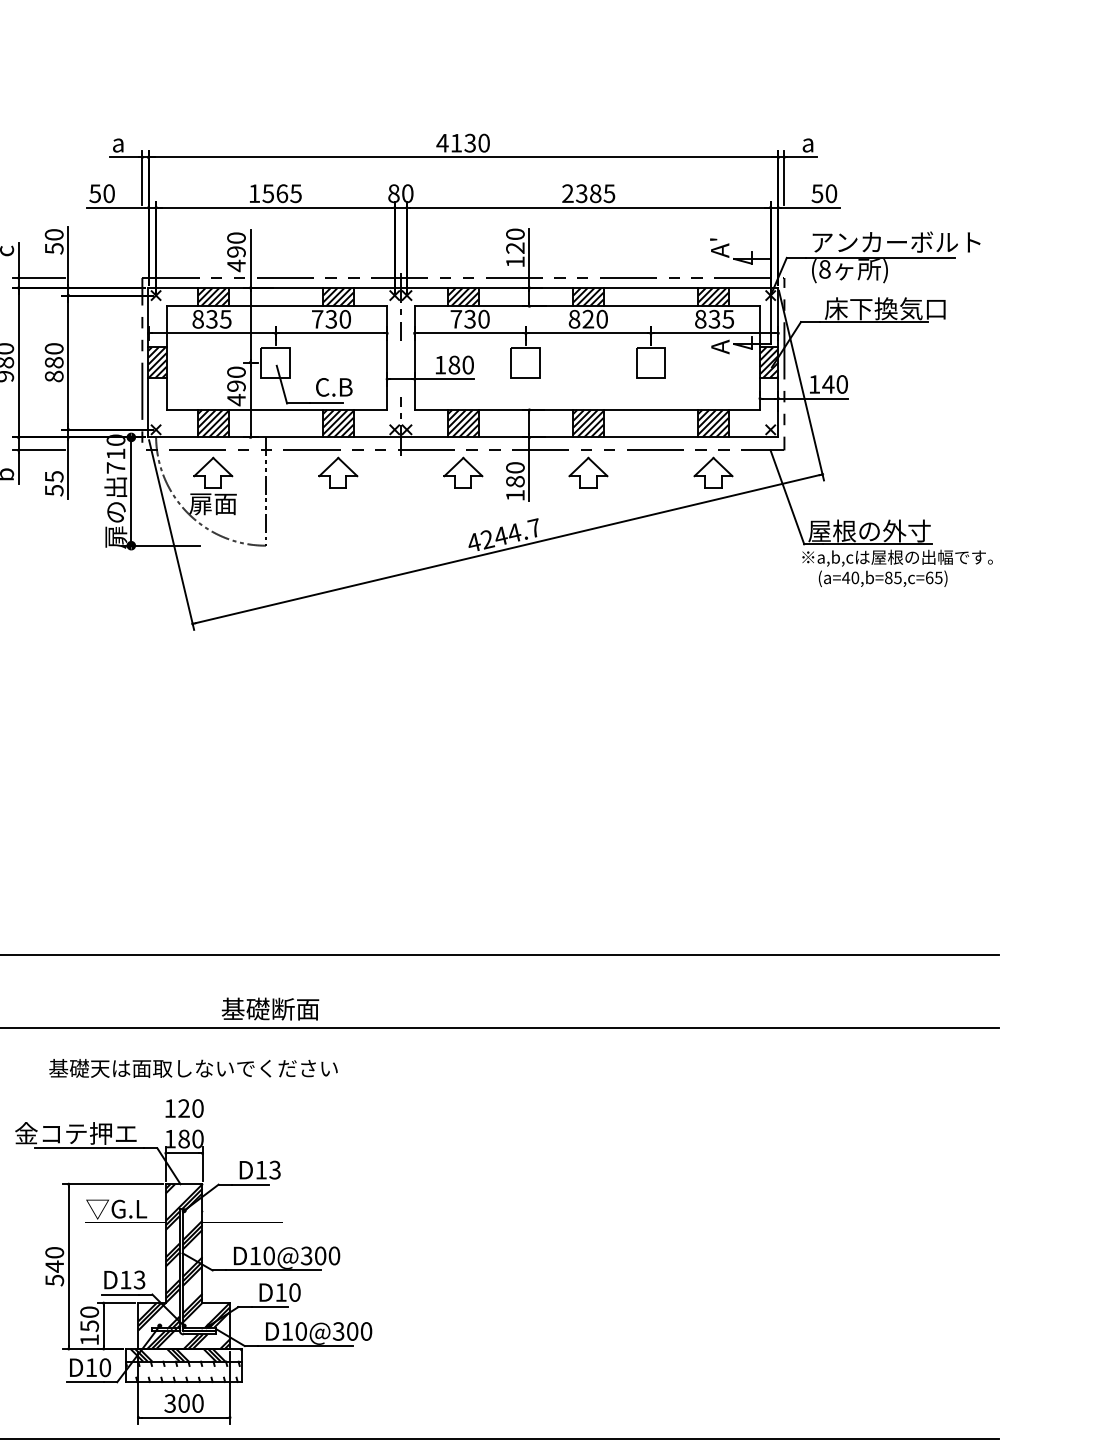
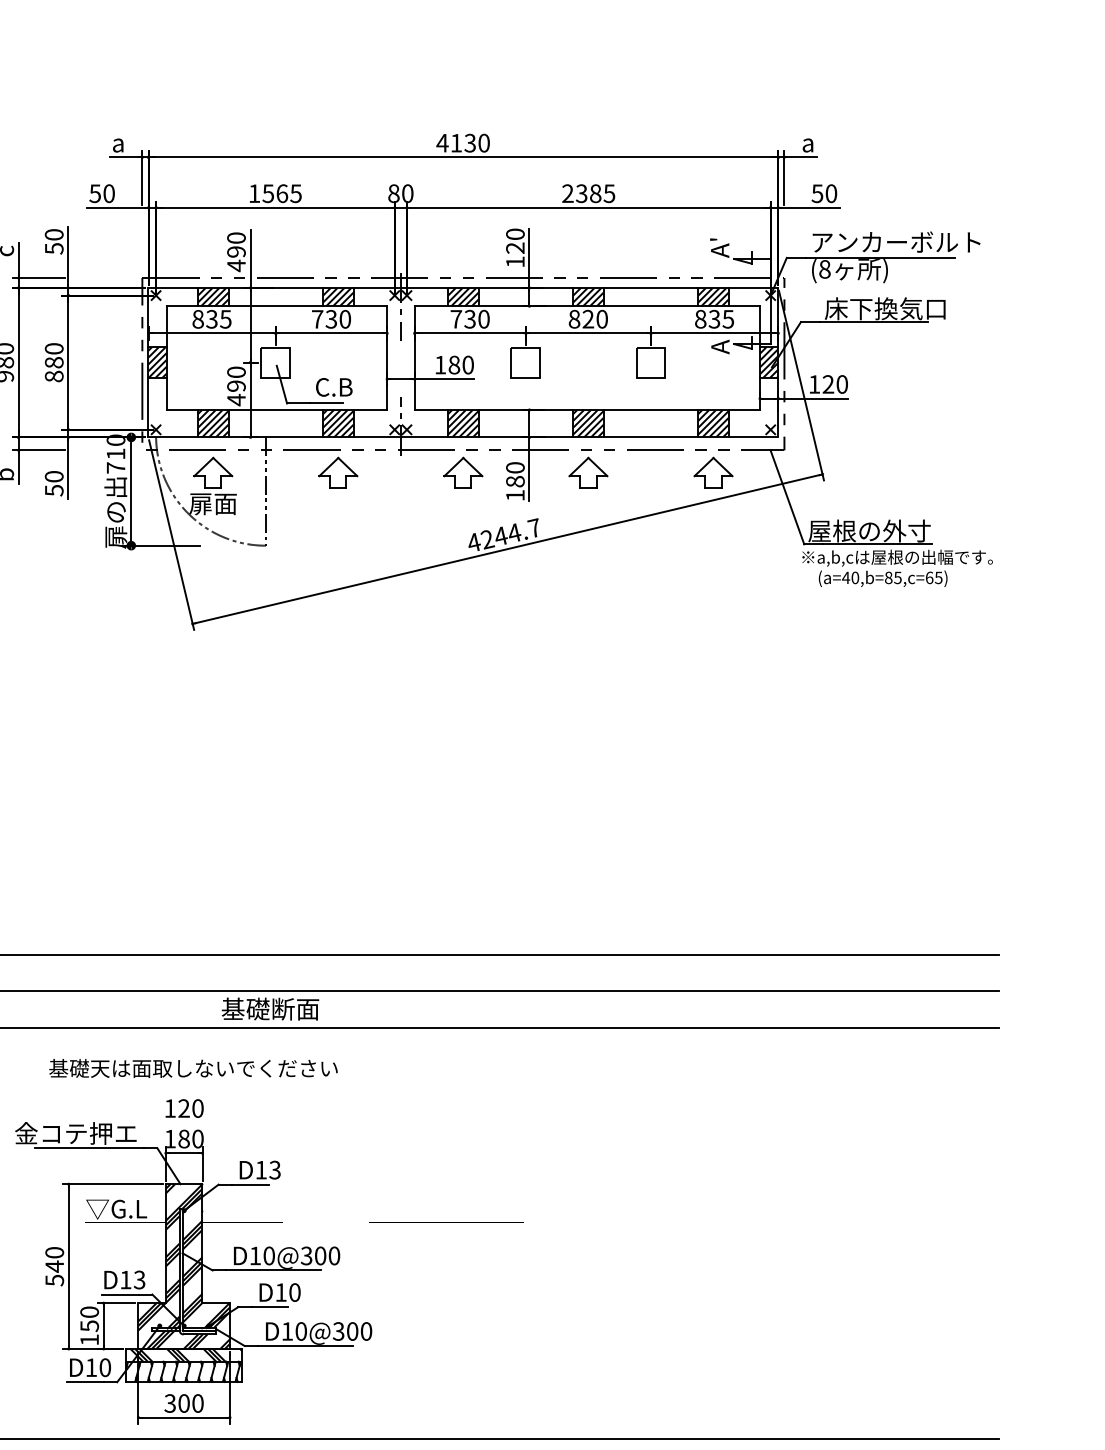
text at (828, 384): 140 -> 120
text at (53, 476): 55 -> 50
line at (500, 991): none -> present
line at (446, 1222): none -> present
hatch at (183, 1371): none -> present
